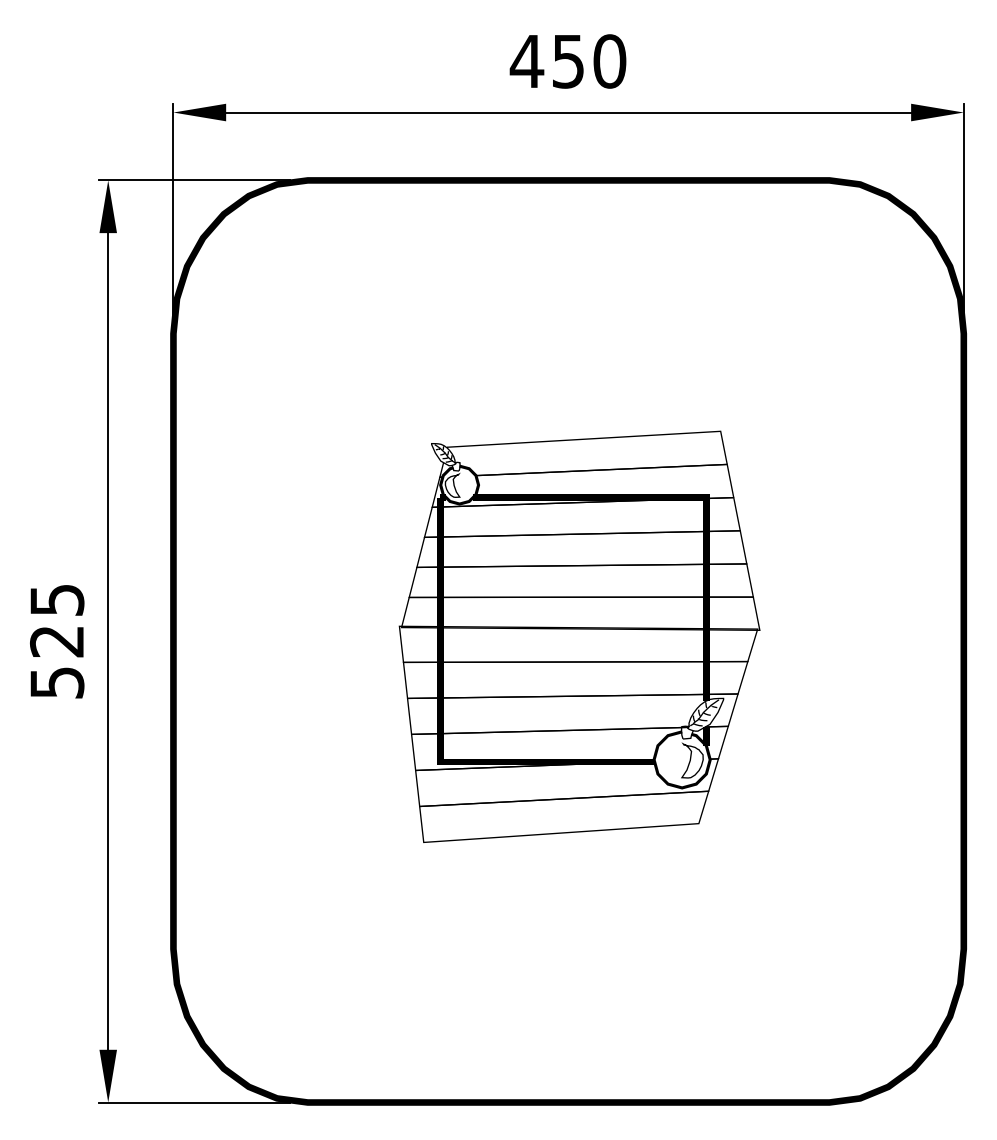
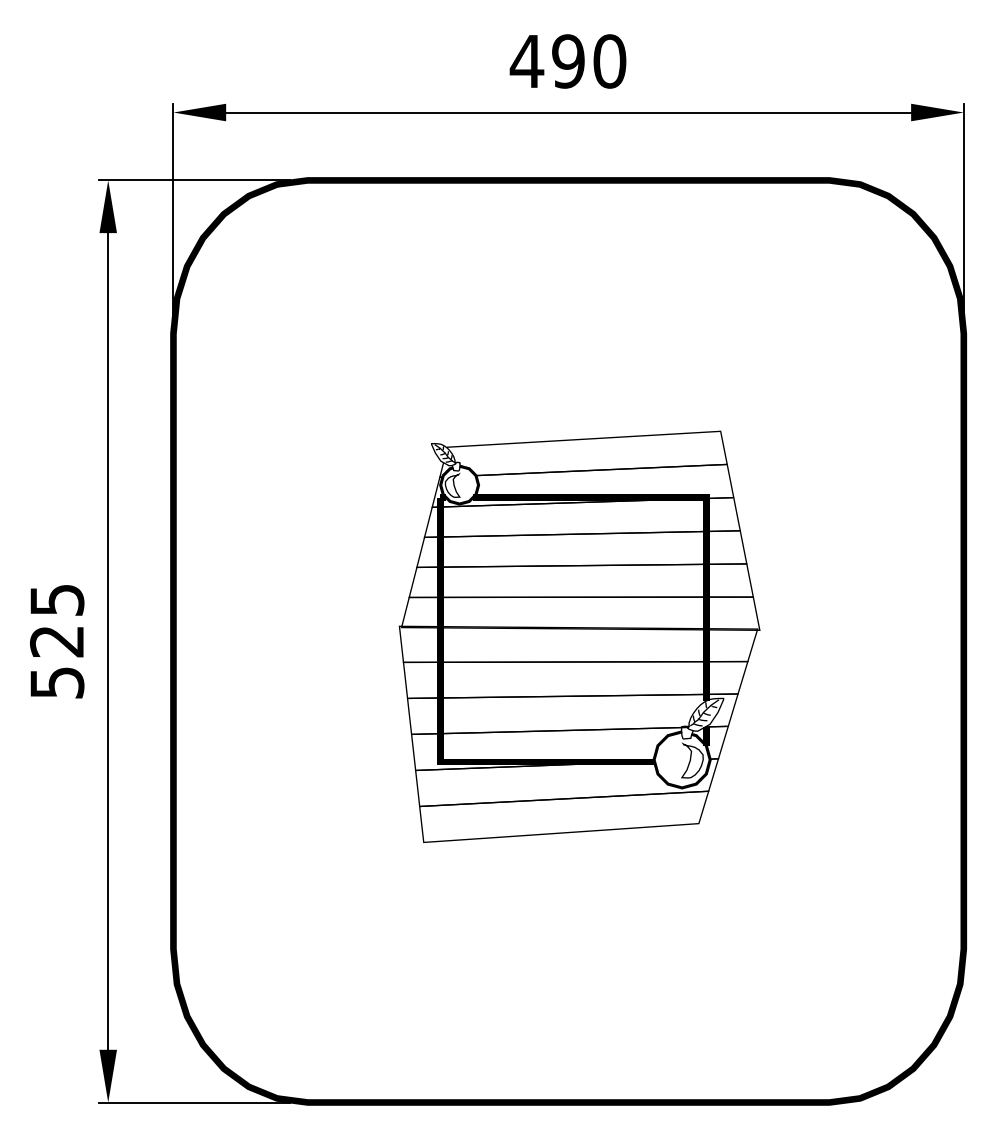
text at (568, 61): 450 -> 490
